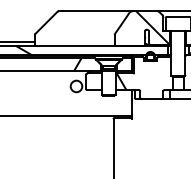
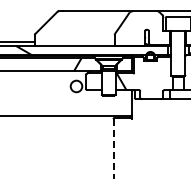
hatch at (152, 27): present -> none
line at (113, 149): solid -> dashed
